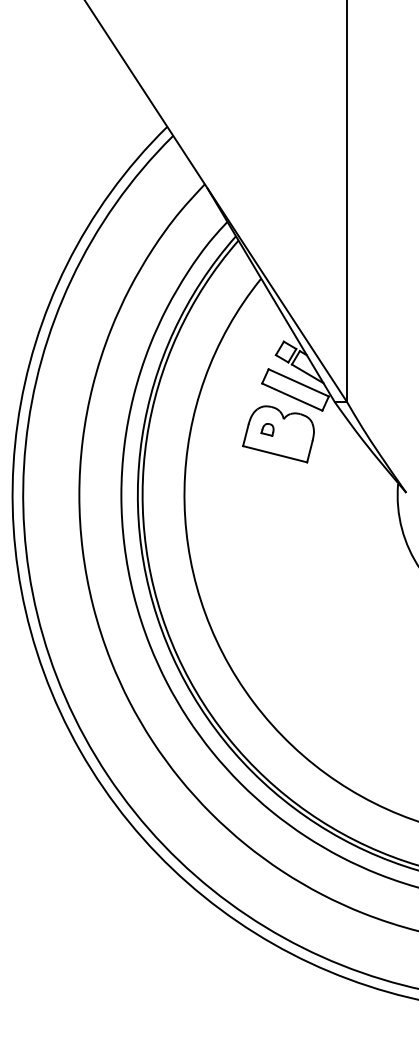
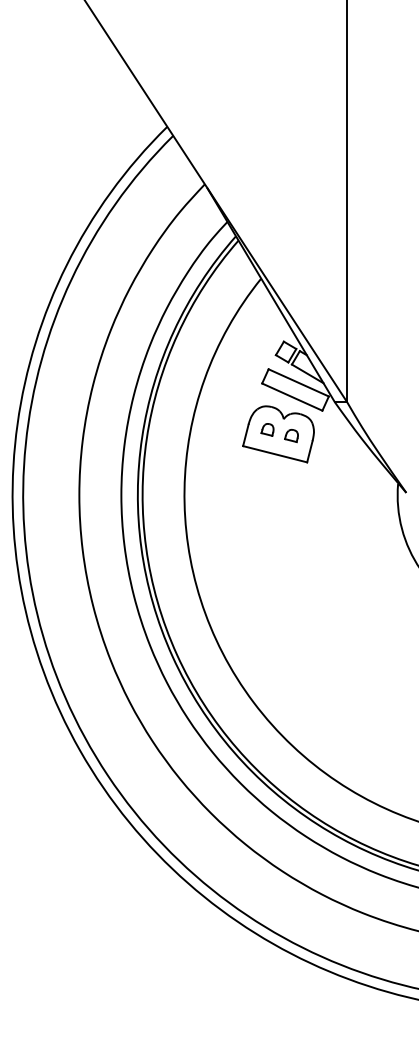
part at (291, 436): none -> present
